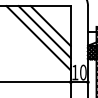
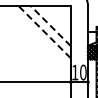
line at (50, 25): solid -> dashed
line at (44, 32): solid -> dashed
line at (38, 38): present -> none
